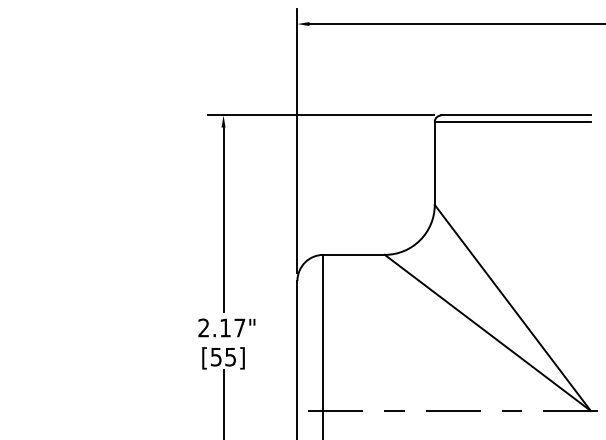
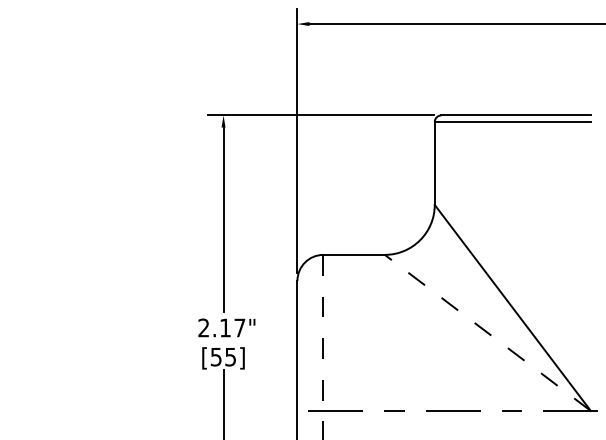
line at (487, 332): solid -> dashed
line at (323, 347): solid -> dashed
